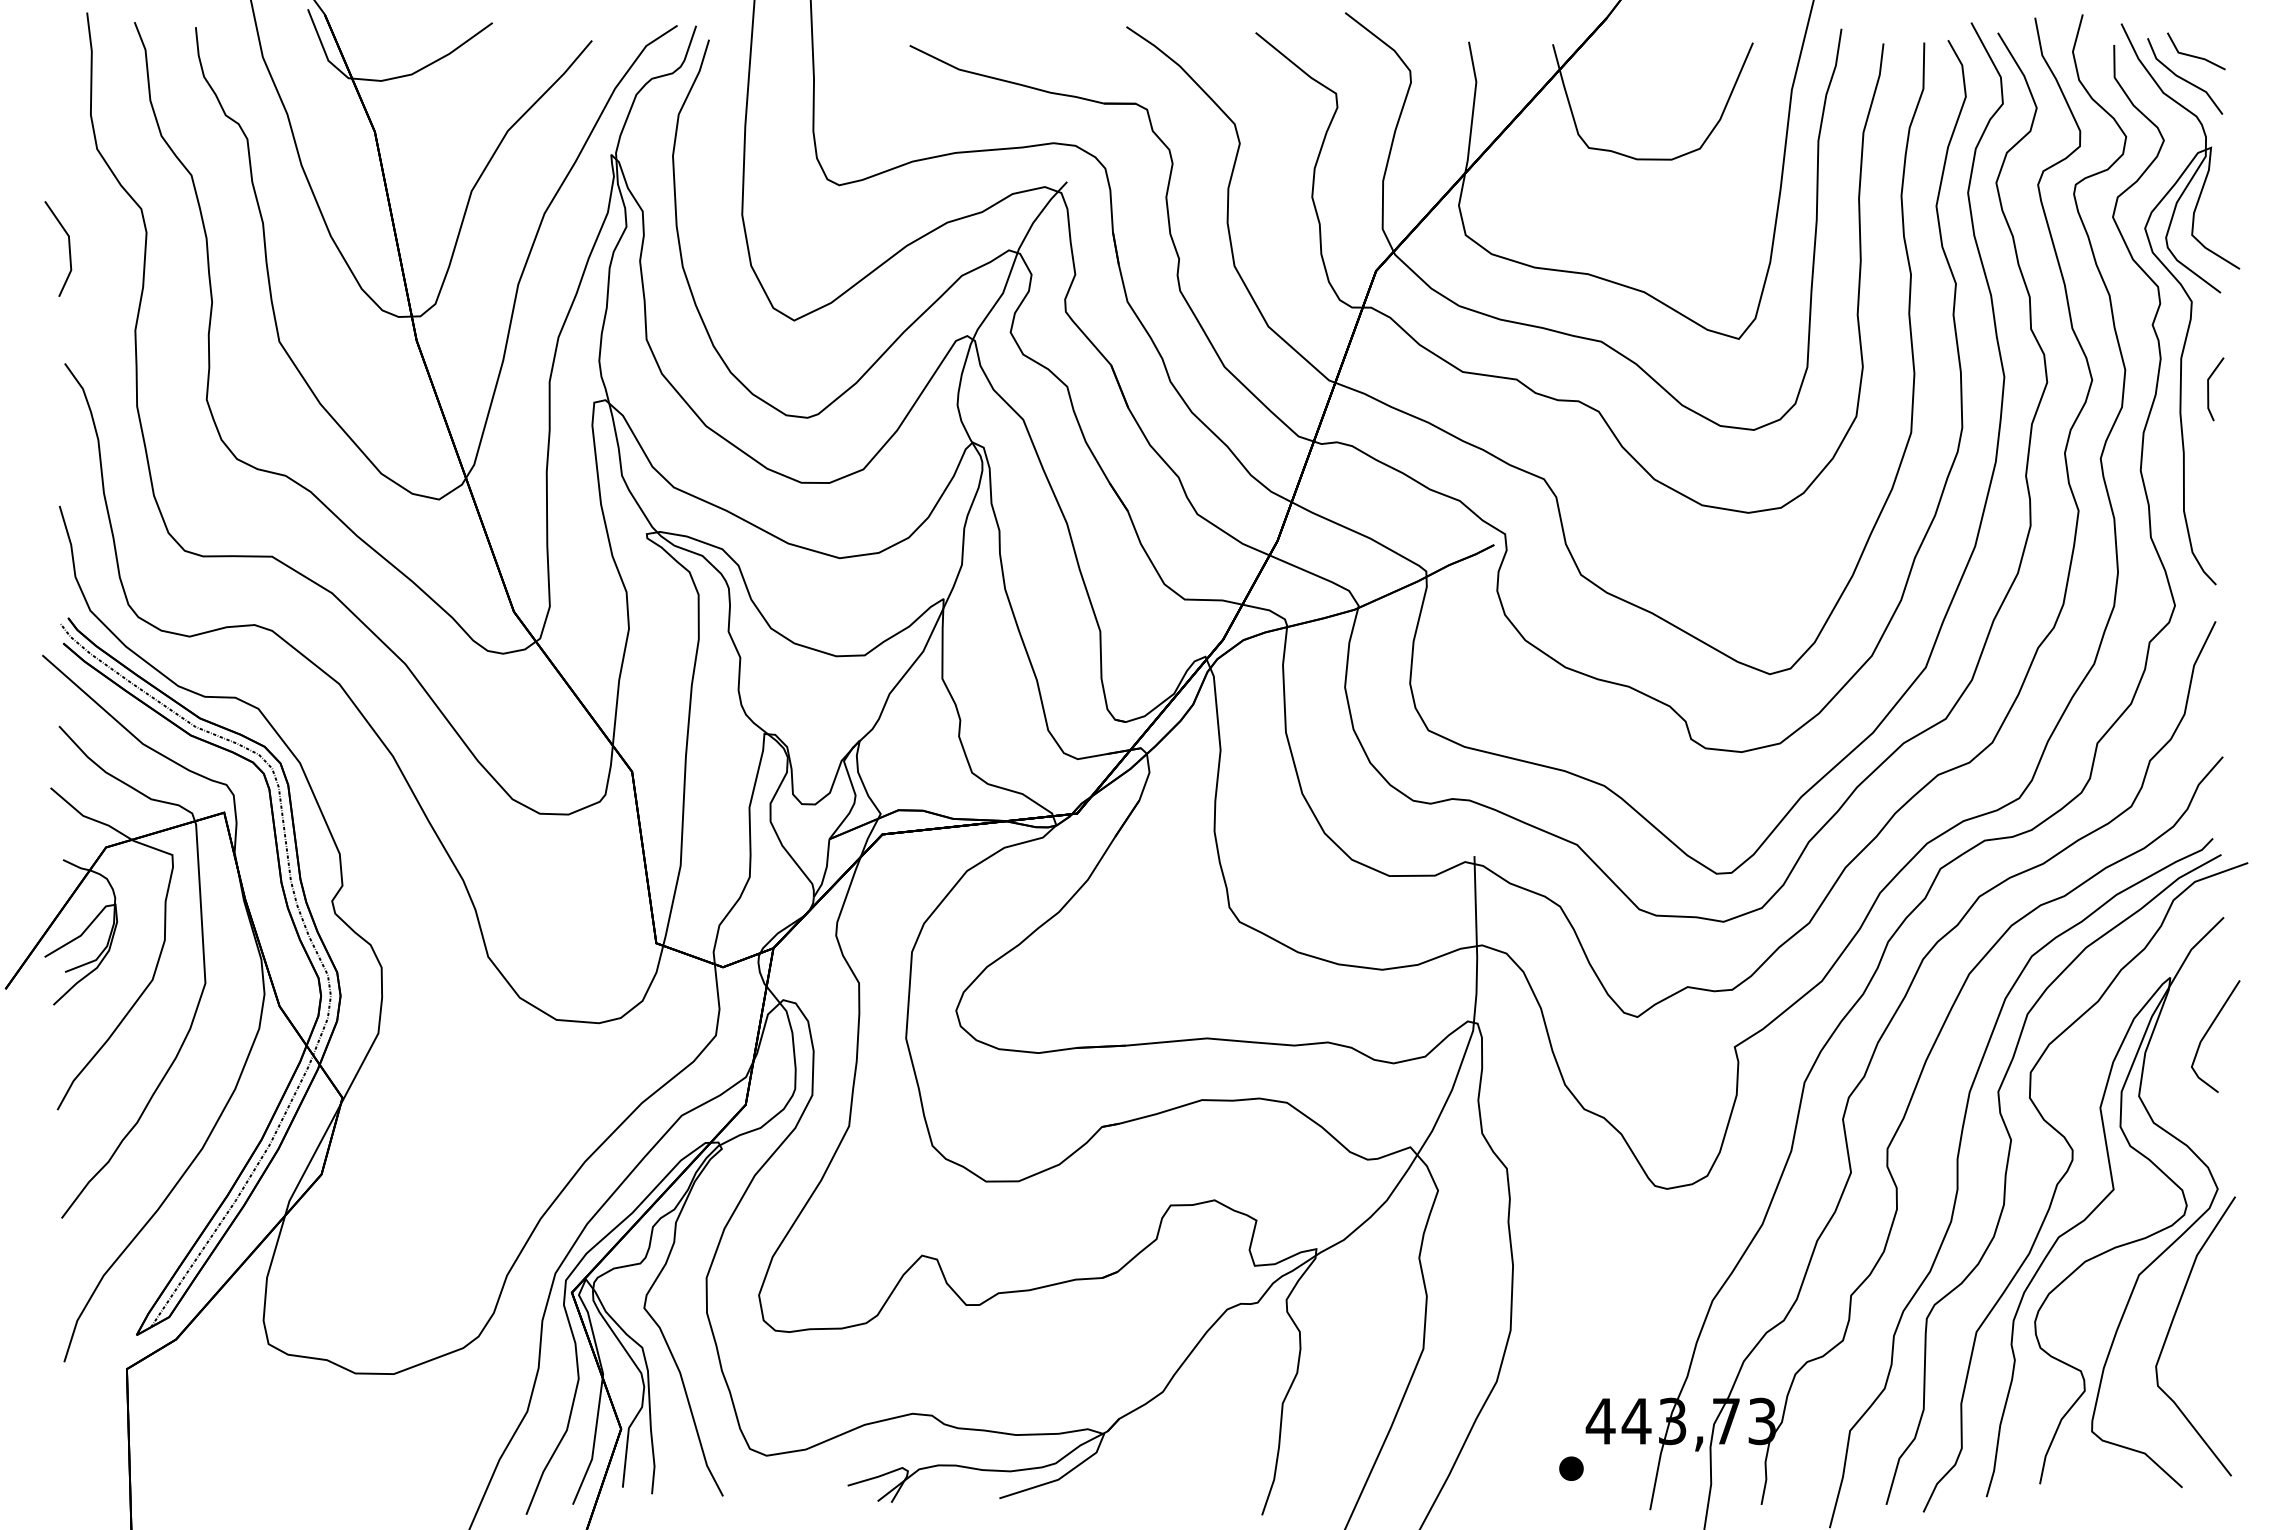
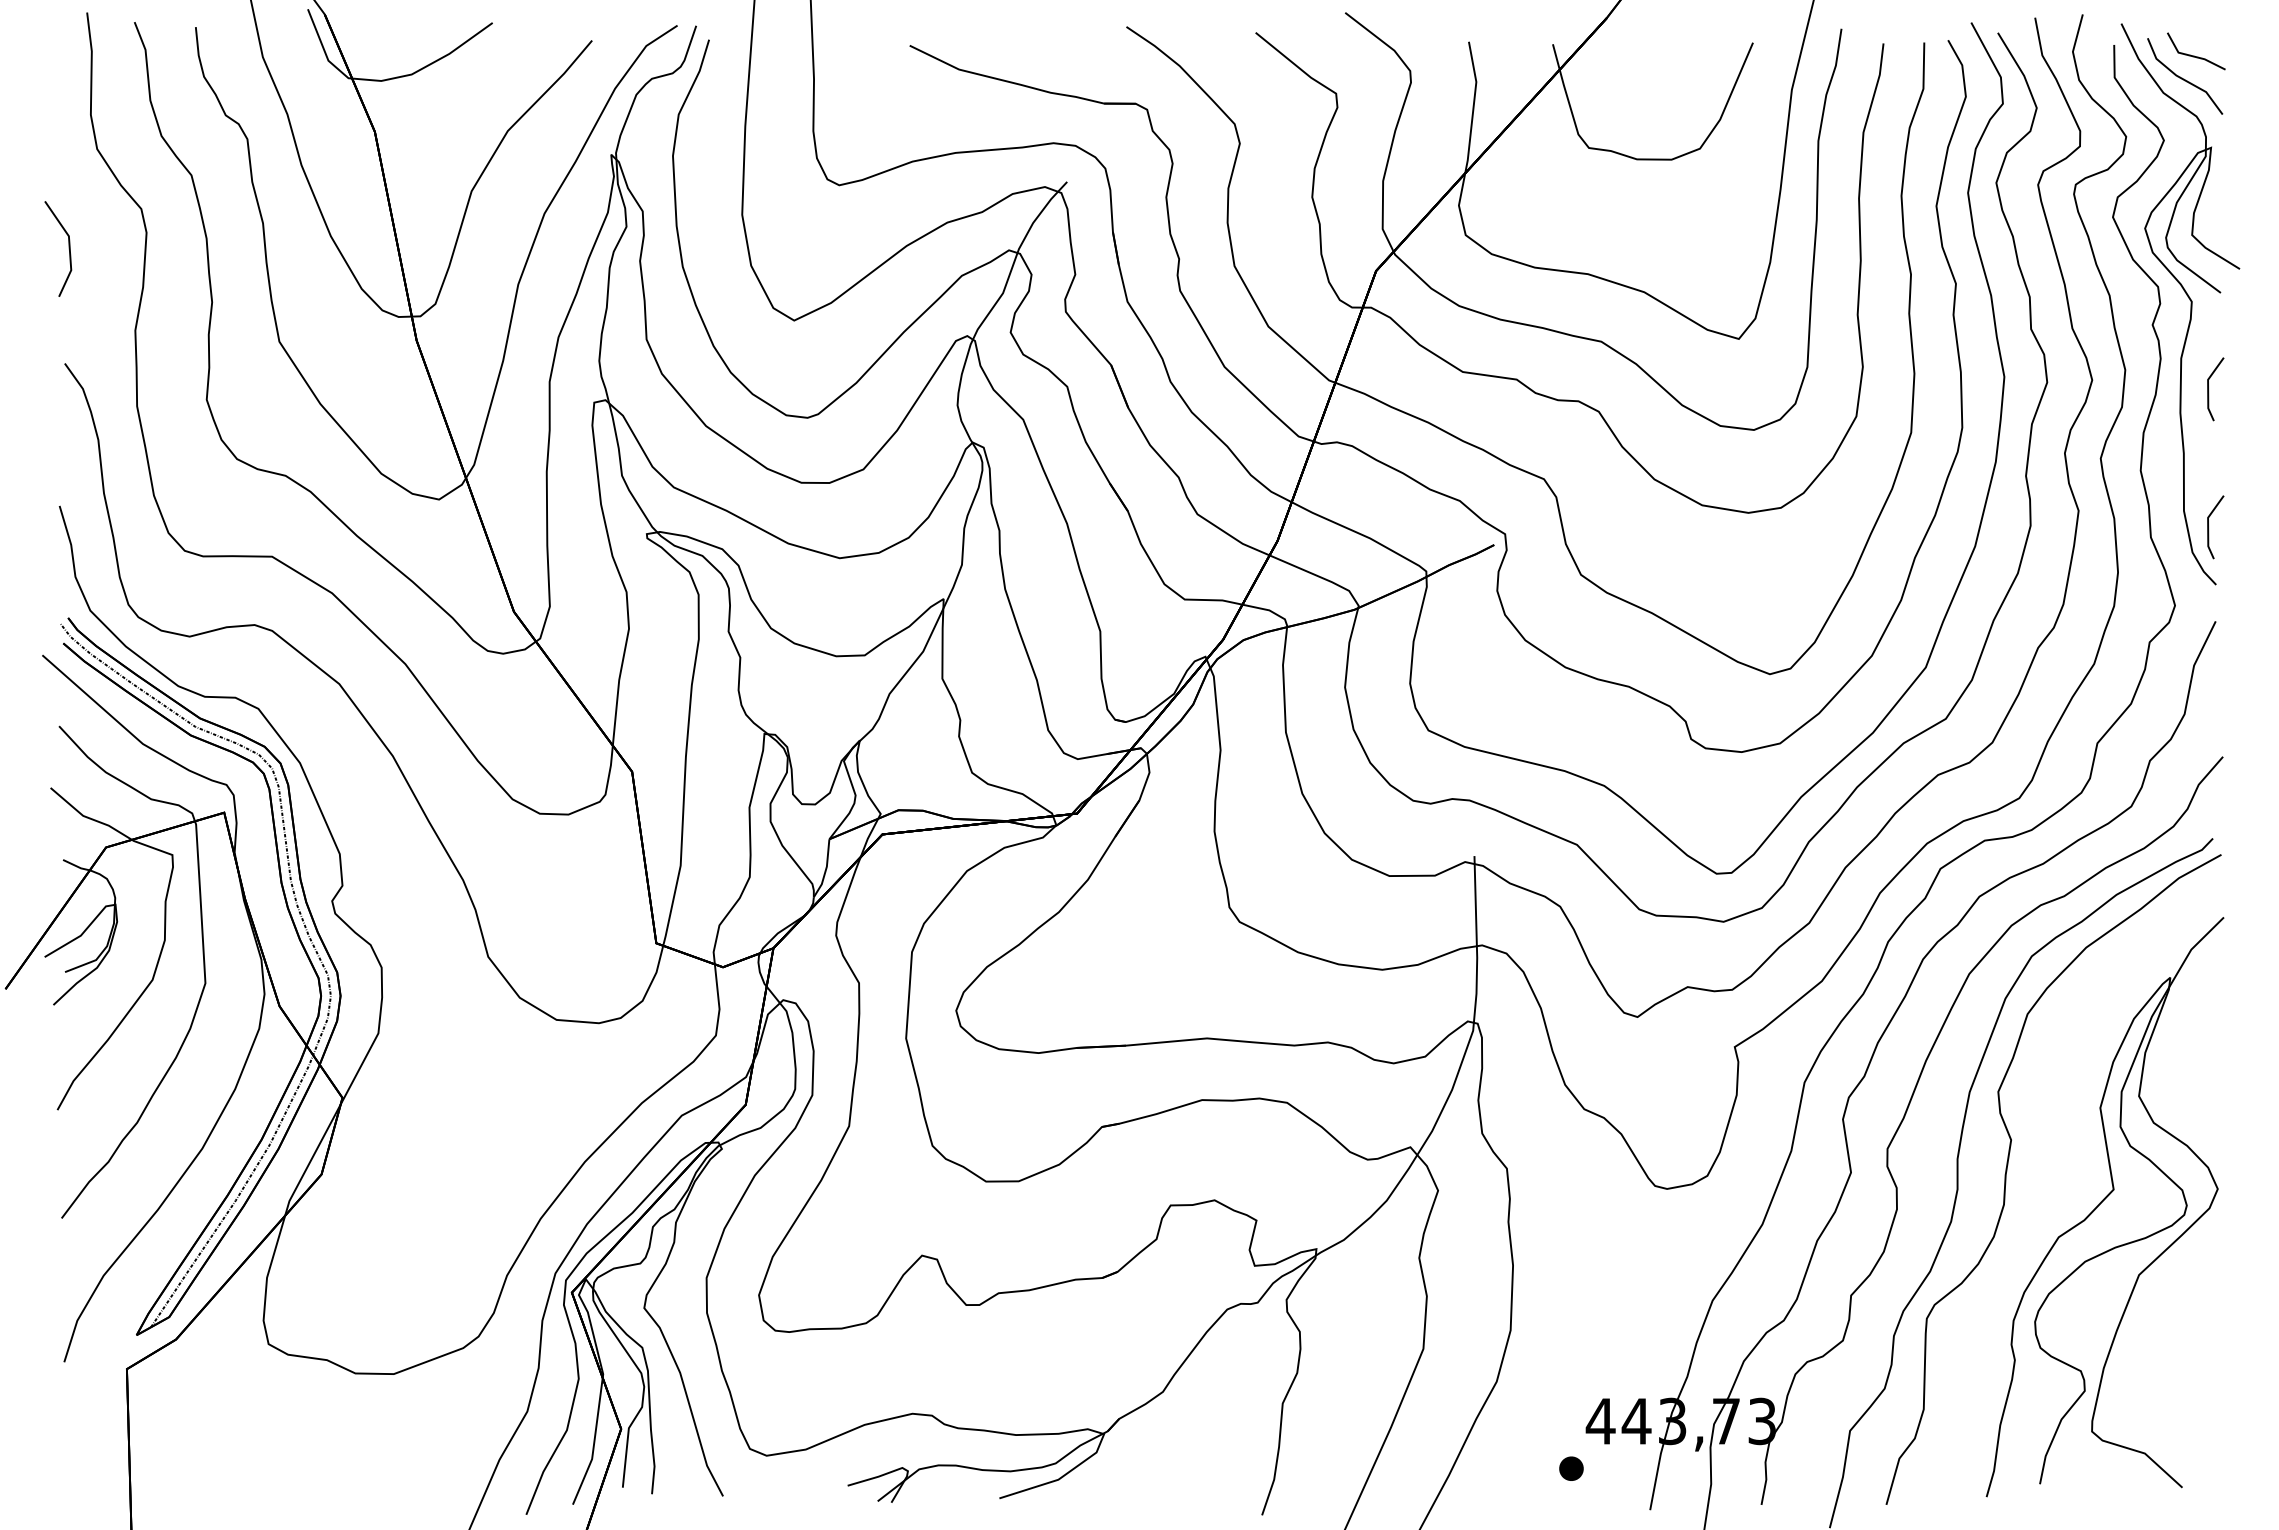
line at (2209, 528): none -> present
part at (2066, 1174): present -> none
